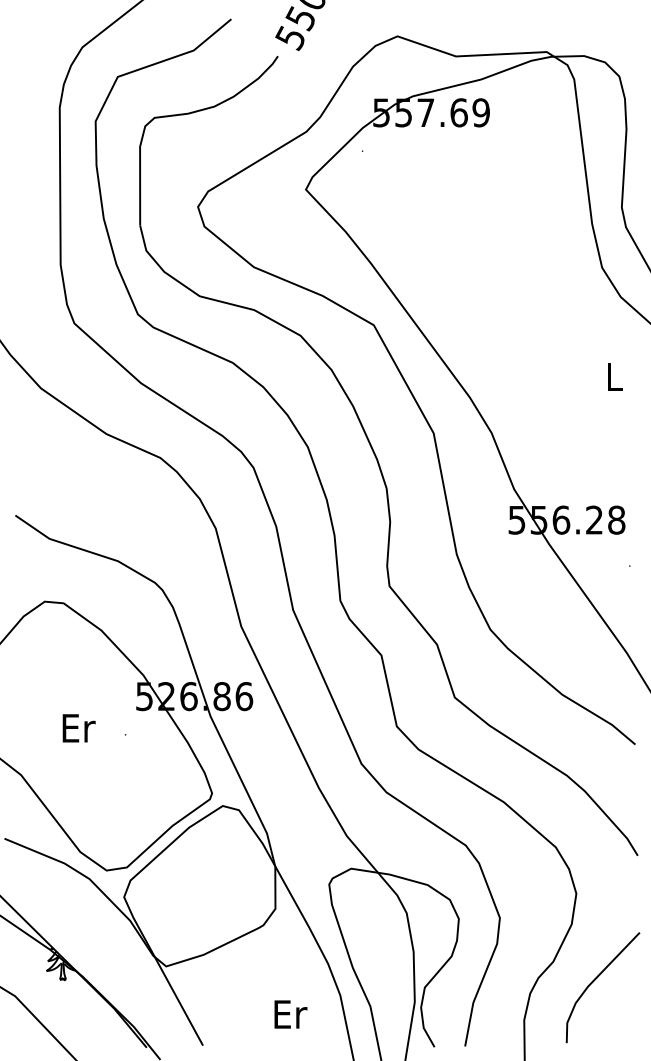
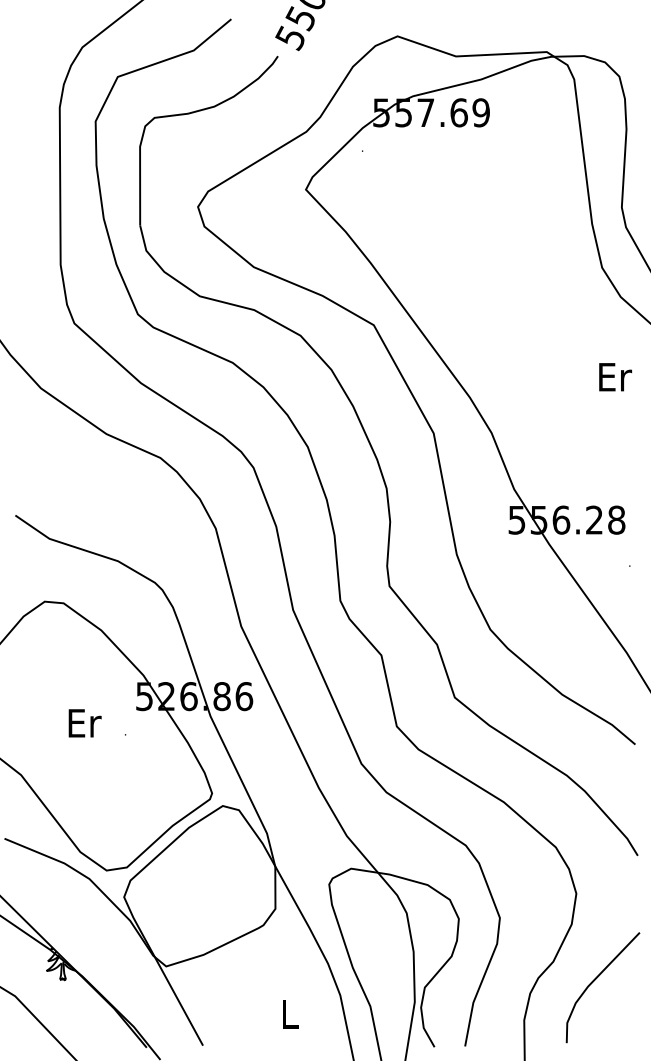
text at (615, 377): L -> Er
text at (78, 728) position: (78, 728) -> (84, 723)
text at (290, 1014): Er -> L
